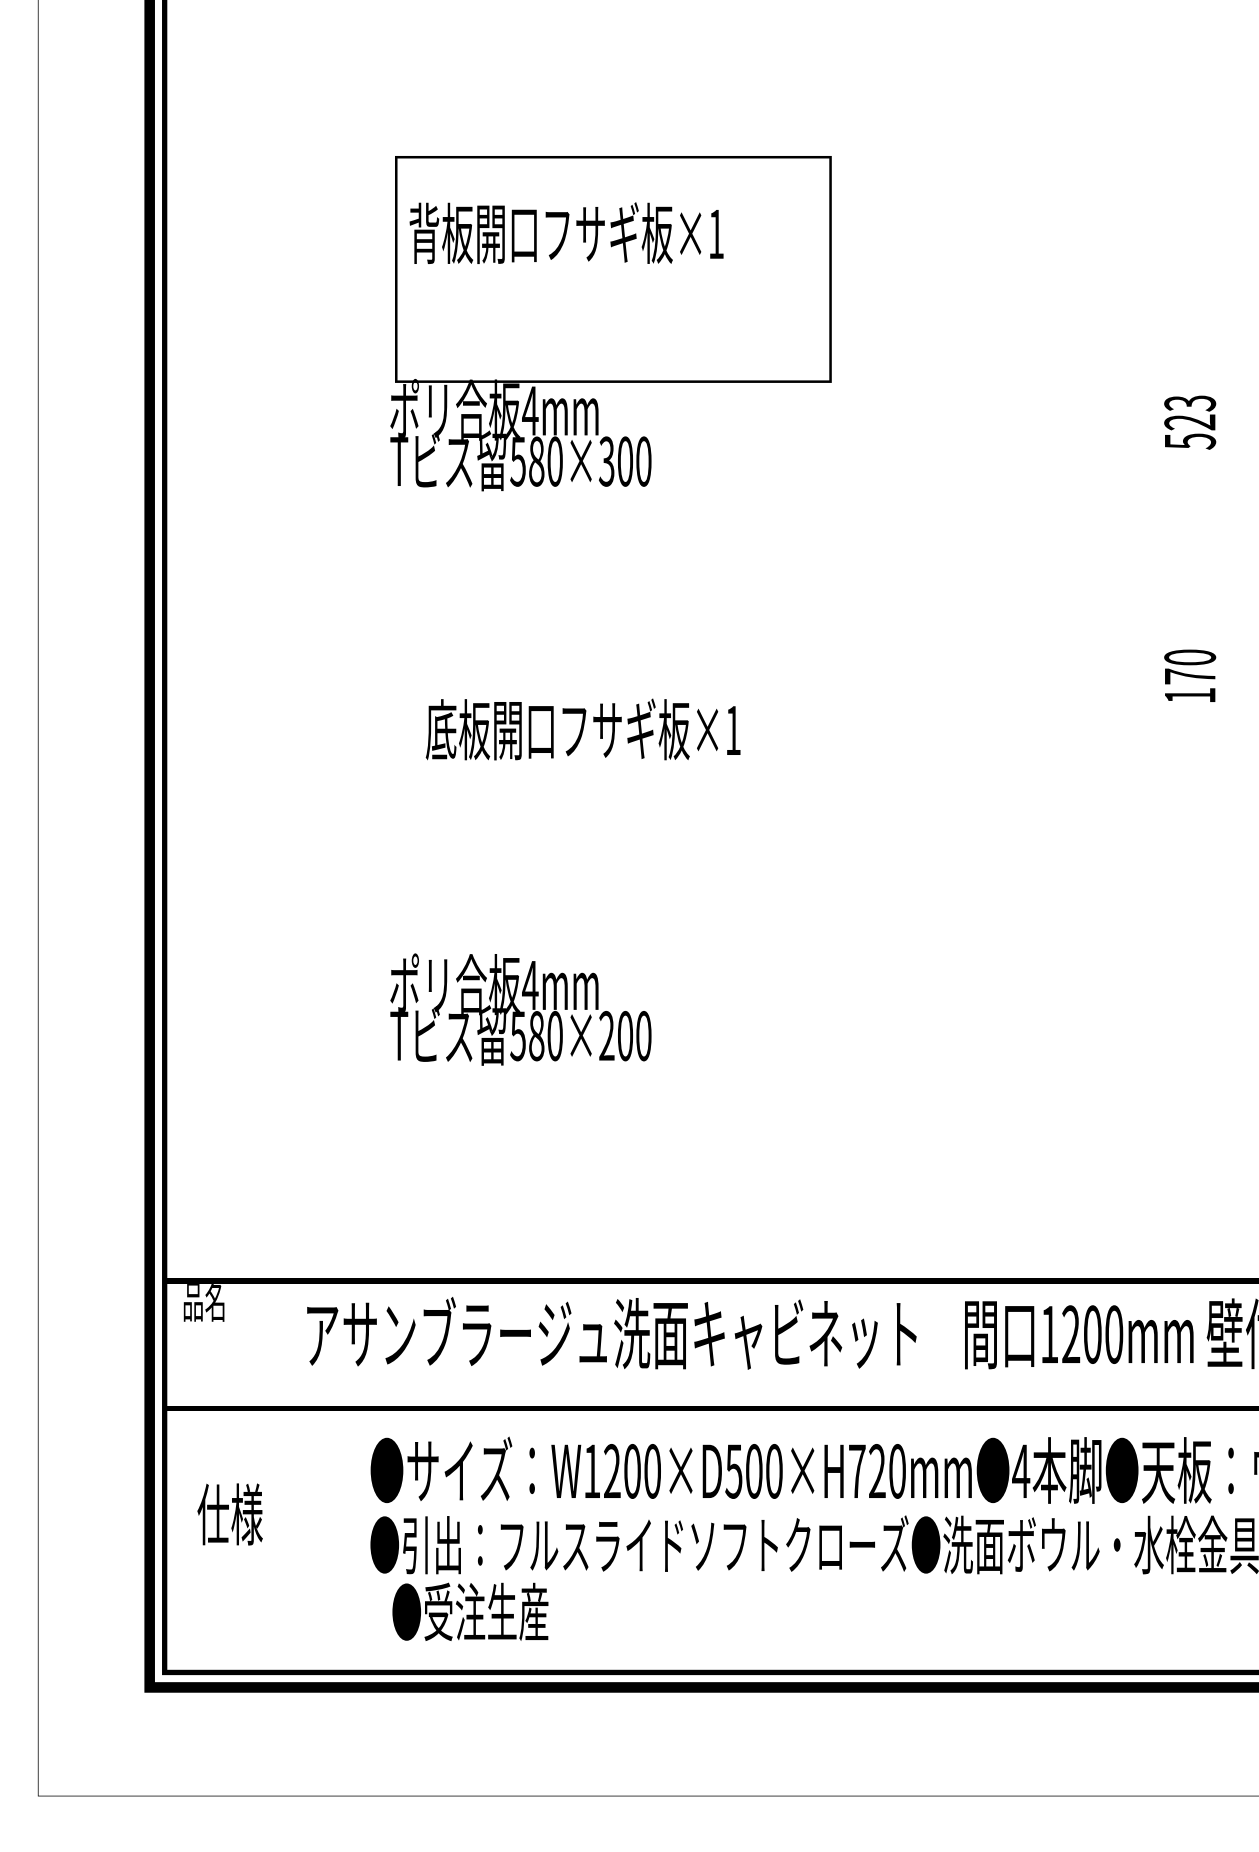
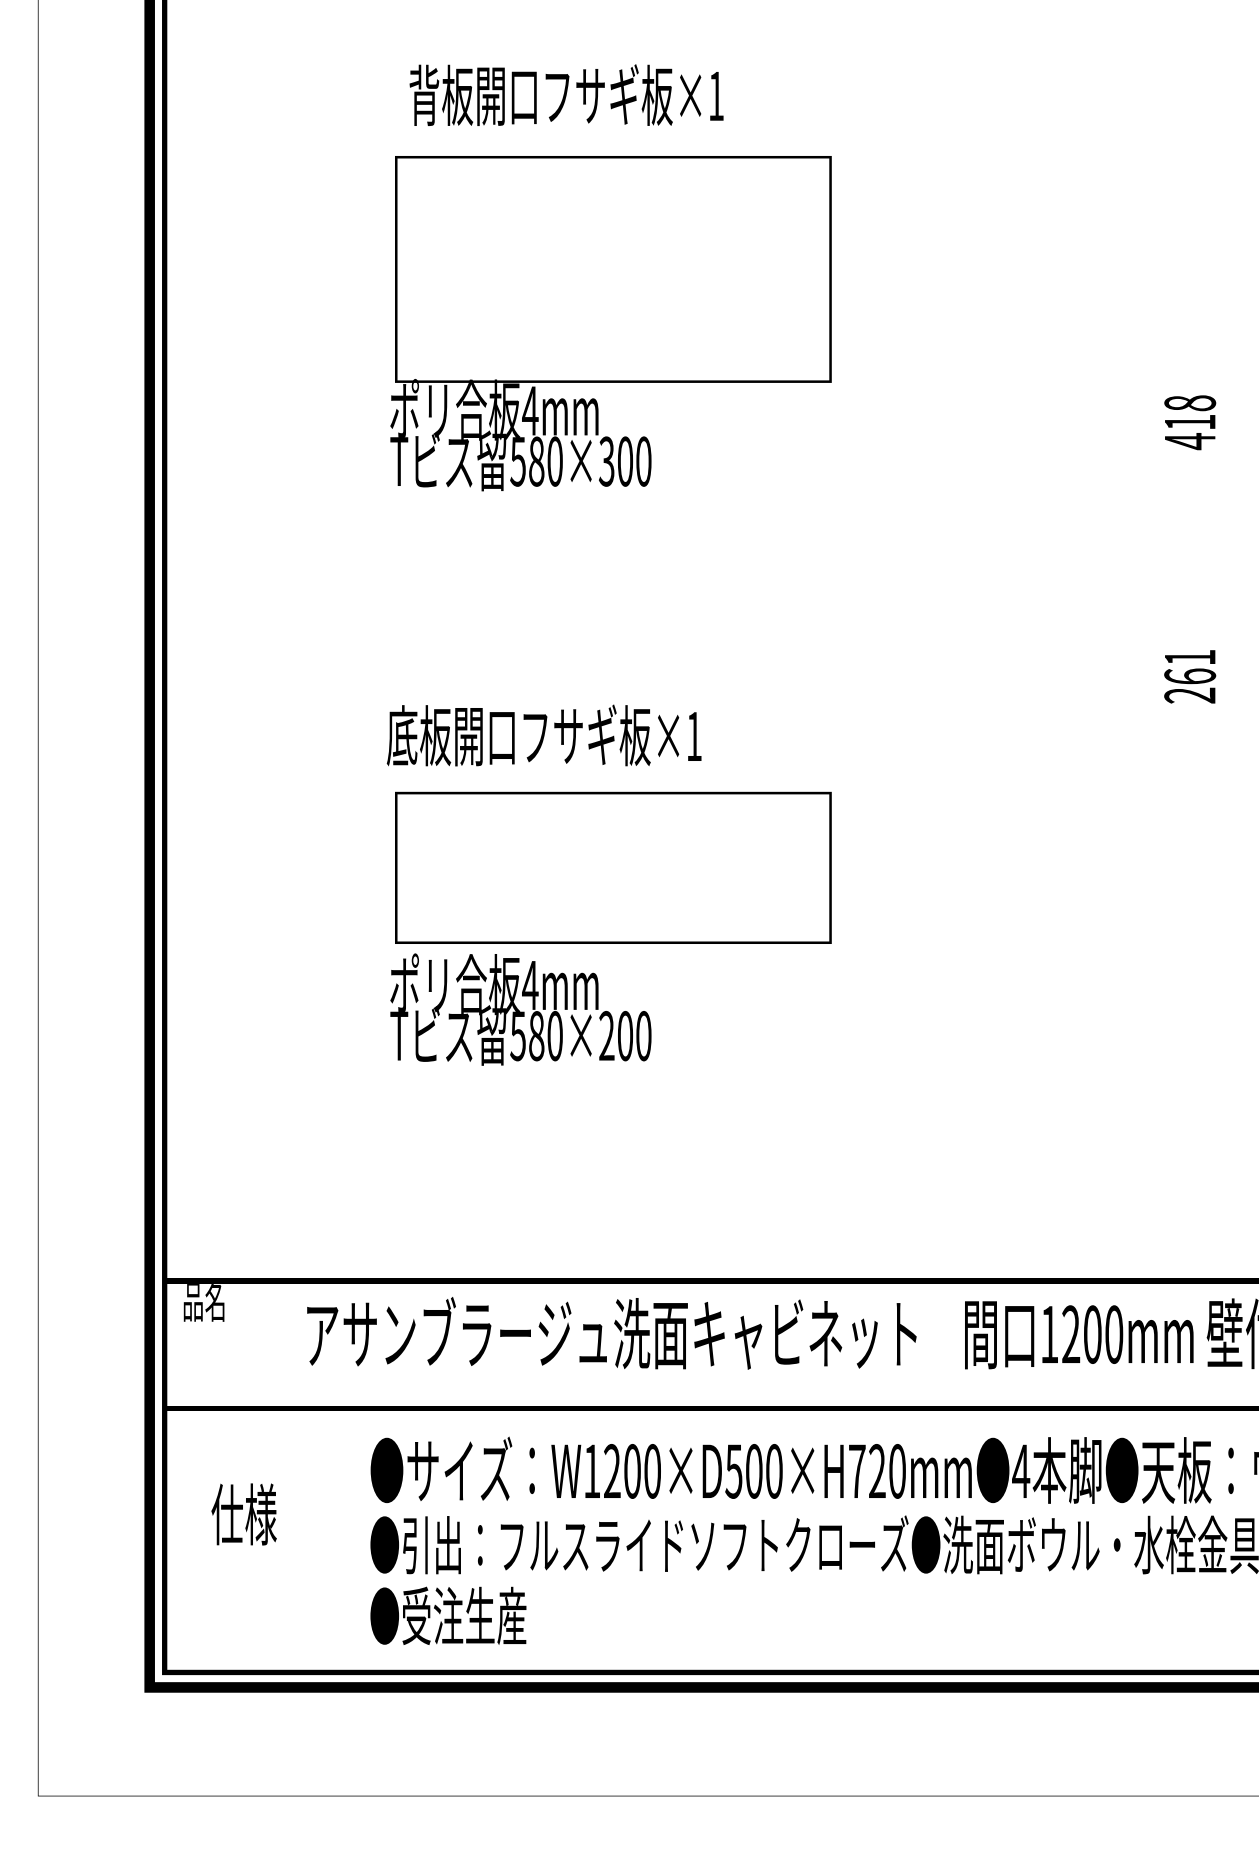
text at (566, 232) position: (566, 232) -> (566, 94)
text at (1190, 422): 523 -> 418
text at (1190, 676): 170 -> 261
text at (582, 729) position: (582, 729) -> (543, 735)
part at (613, 867): none -> present
text at (229, 1514) position: (229, 1514) -> (243, 1514)
text at (470, 1611) position: (470, 1611) -> (448, 1615)
